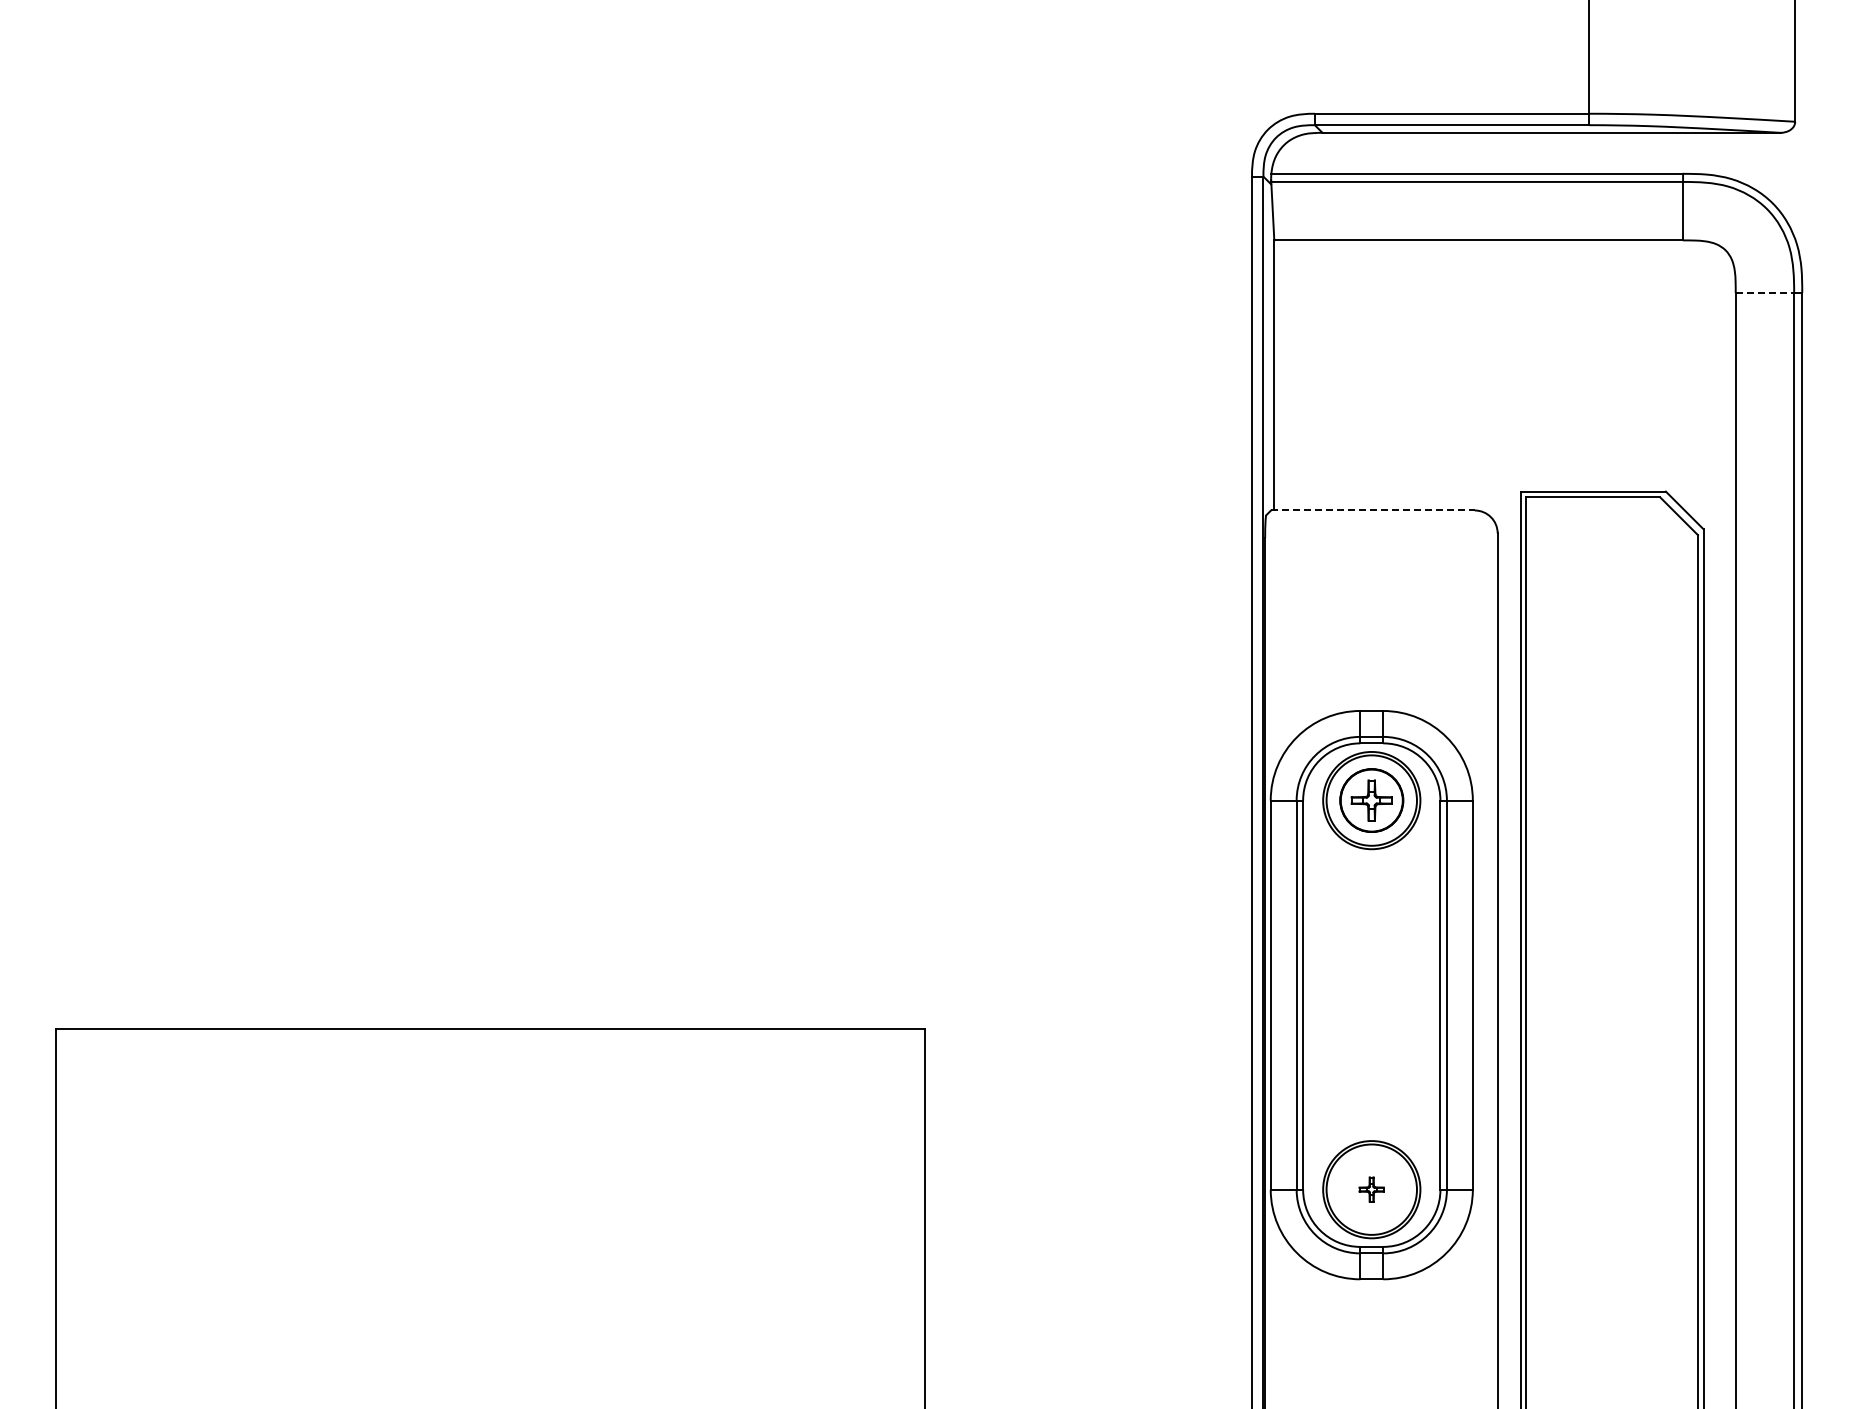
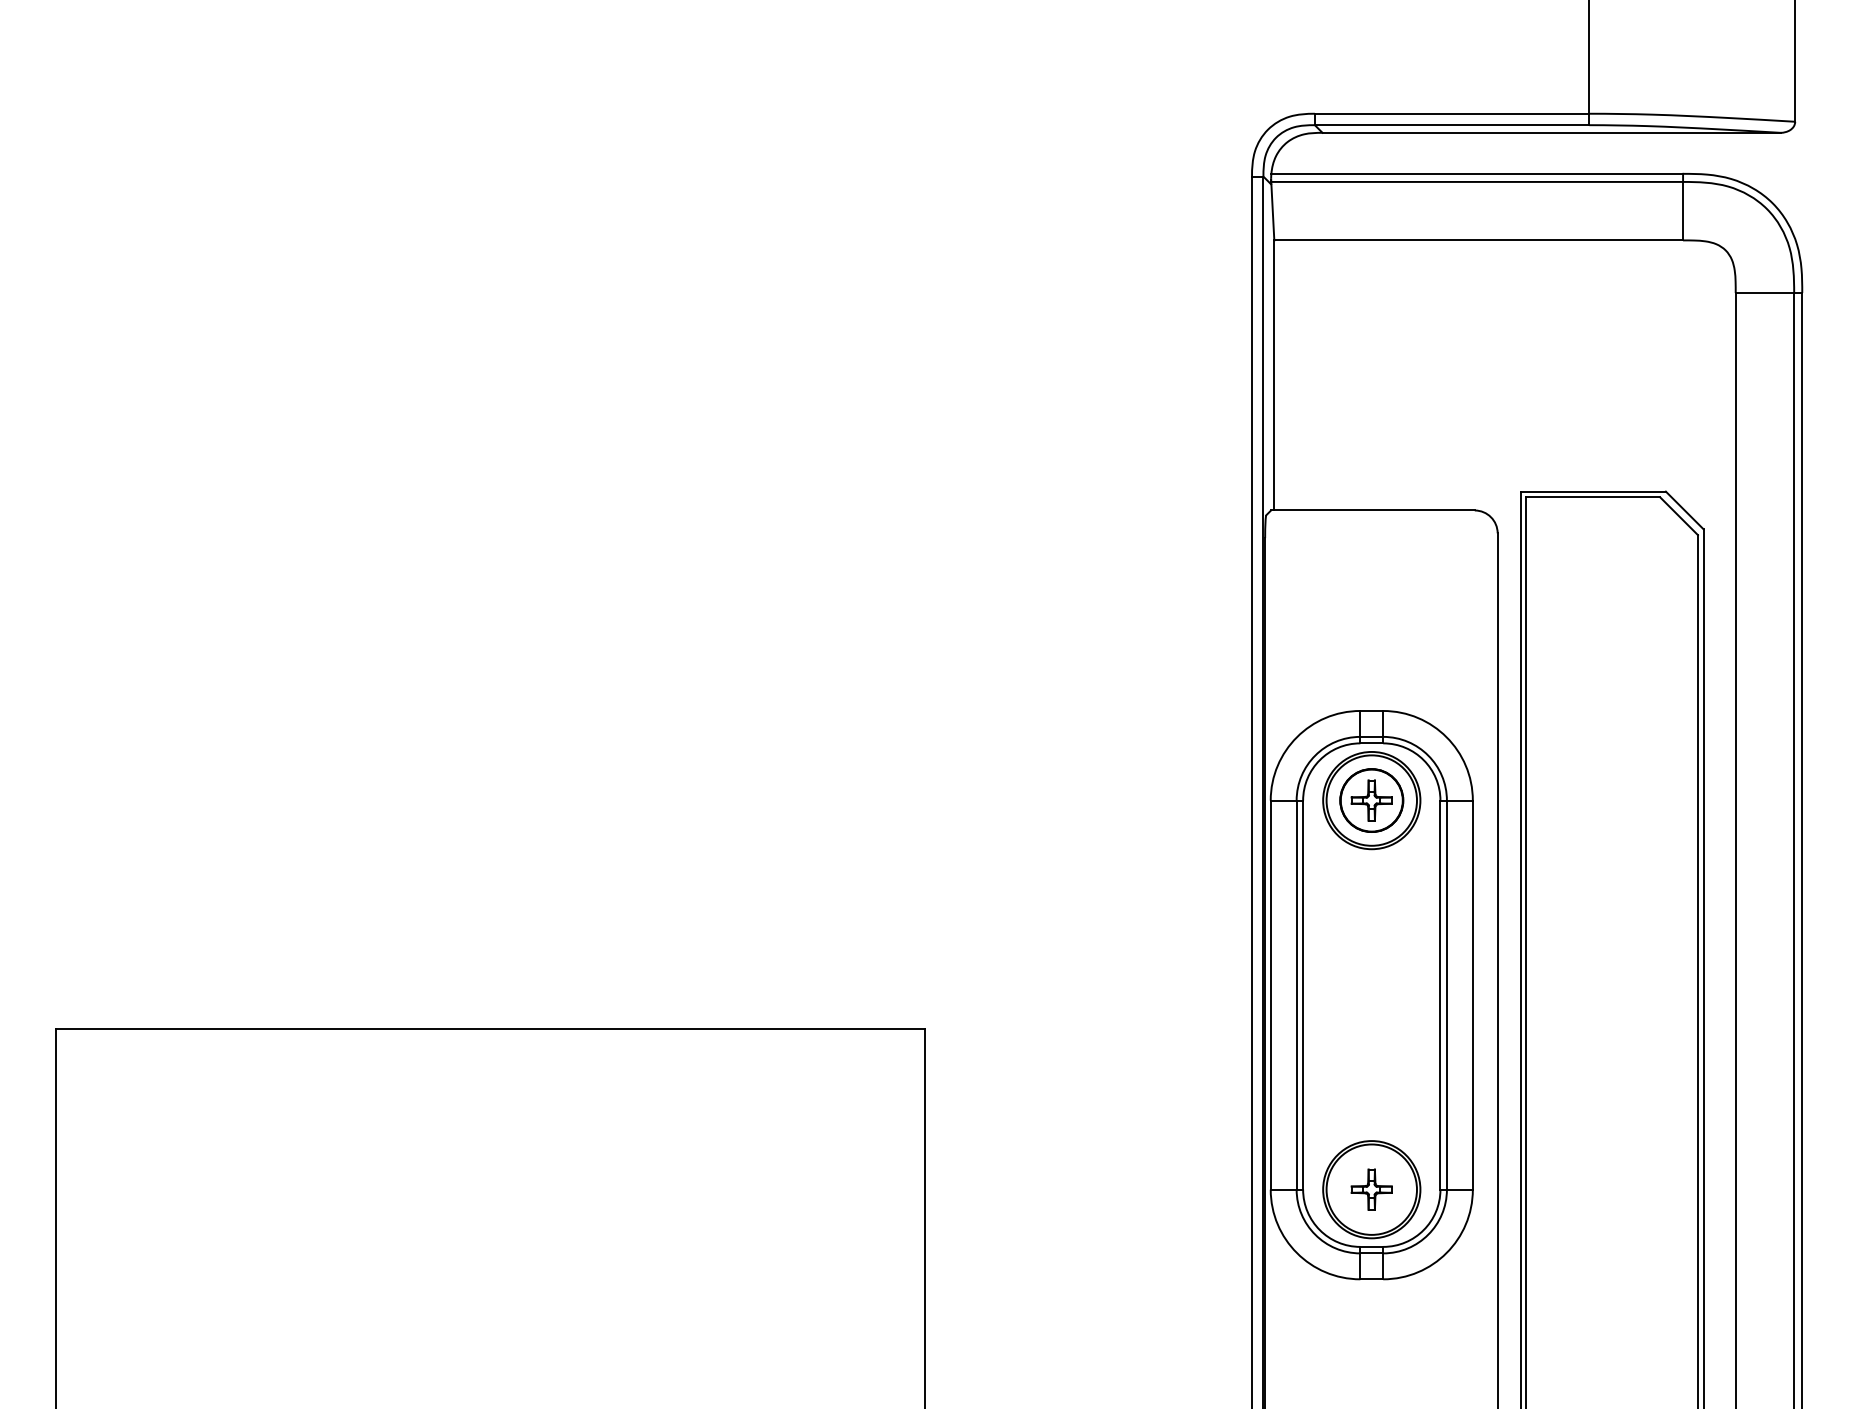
line at (1765, 293): dashed -> solid
line at (1372, 510): dashed -> solid
part at (1371, 1189) size: 27x27 px -> 43x43 px
